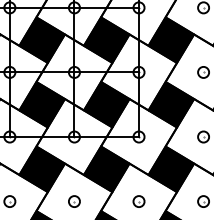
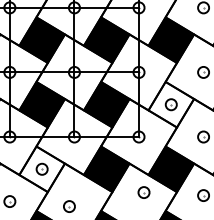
fill at (171, 104): present -> none
fill at (41, 169): present -> none
part at (74, 201) position: (74, 201) -> (69, 206)
part at (138, 201) position: (138, 201) -> (143, 192)
part at (203, 201) position: (203, 201) -> (203, 195)
